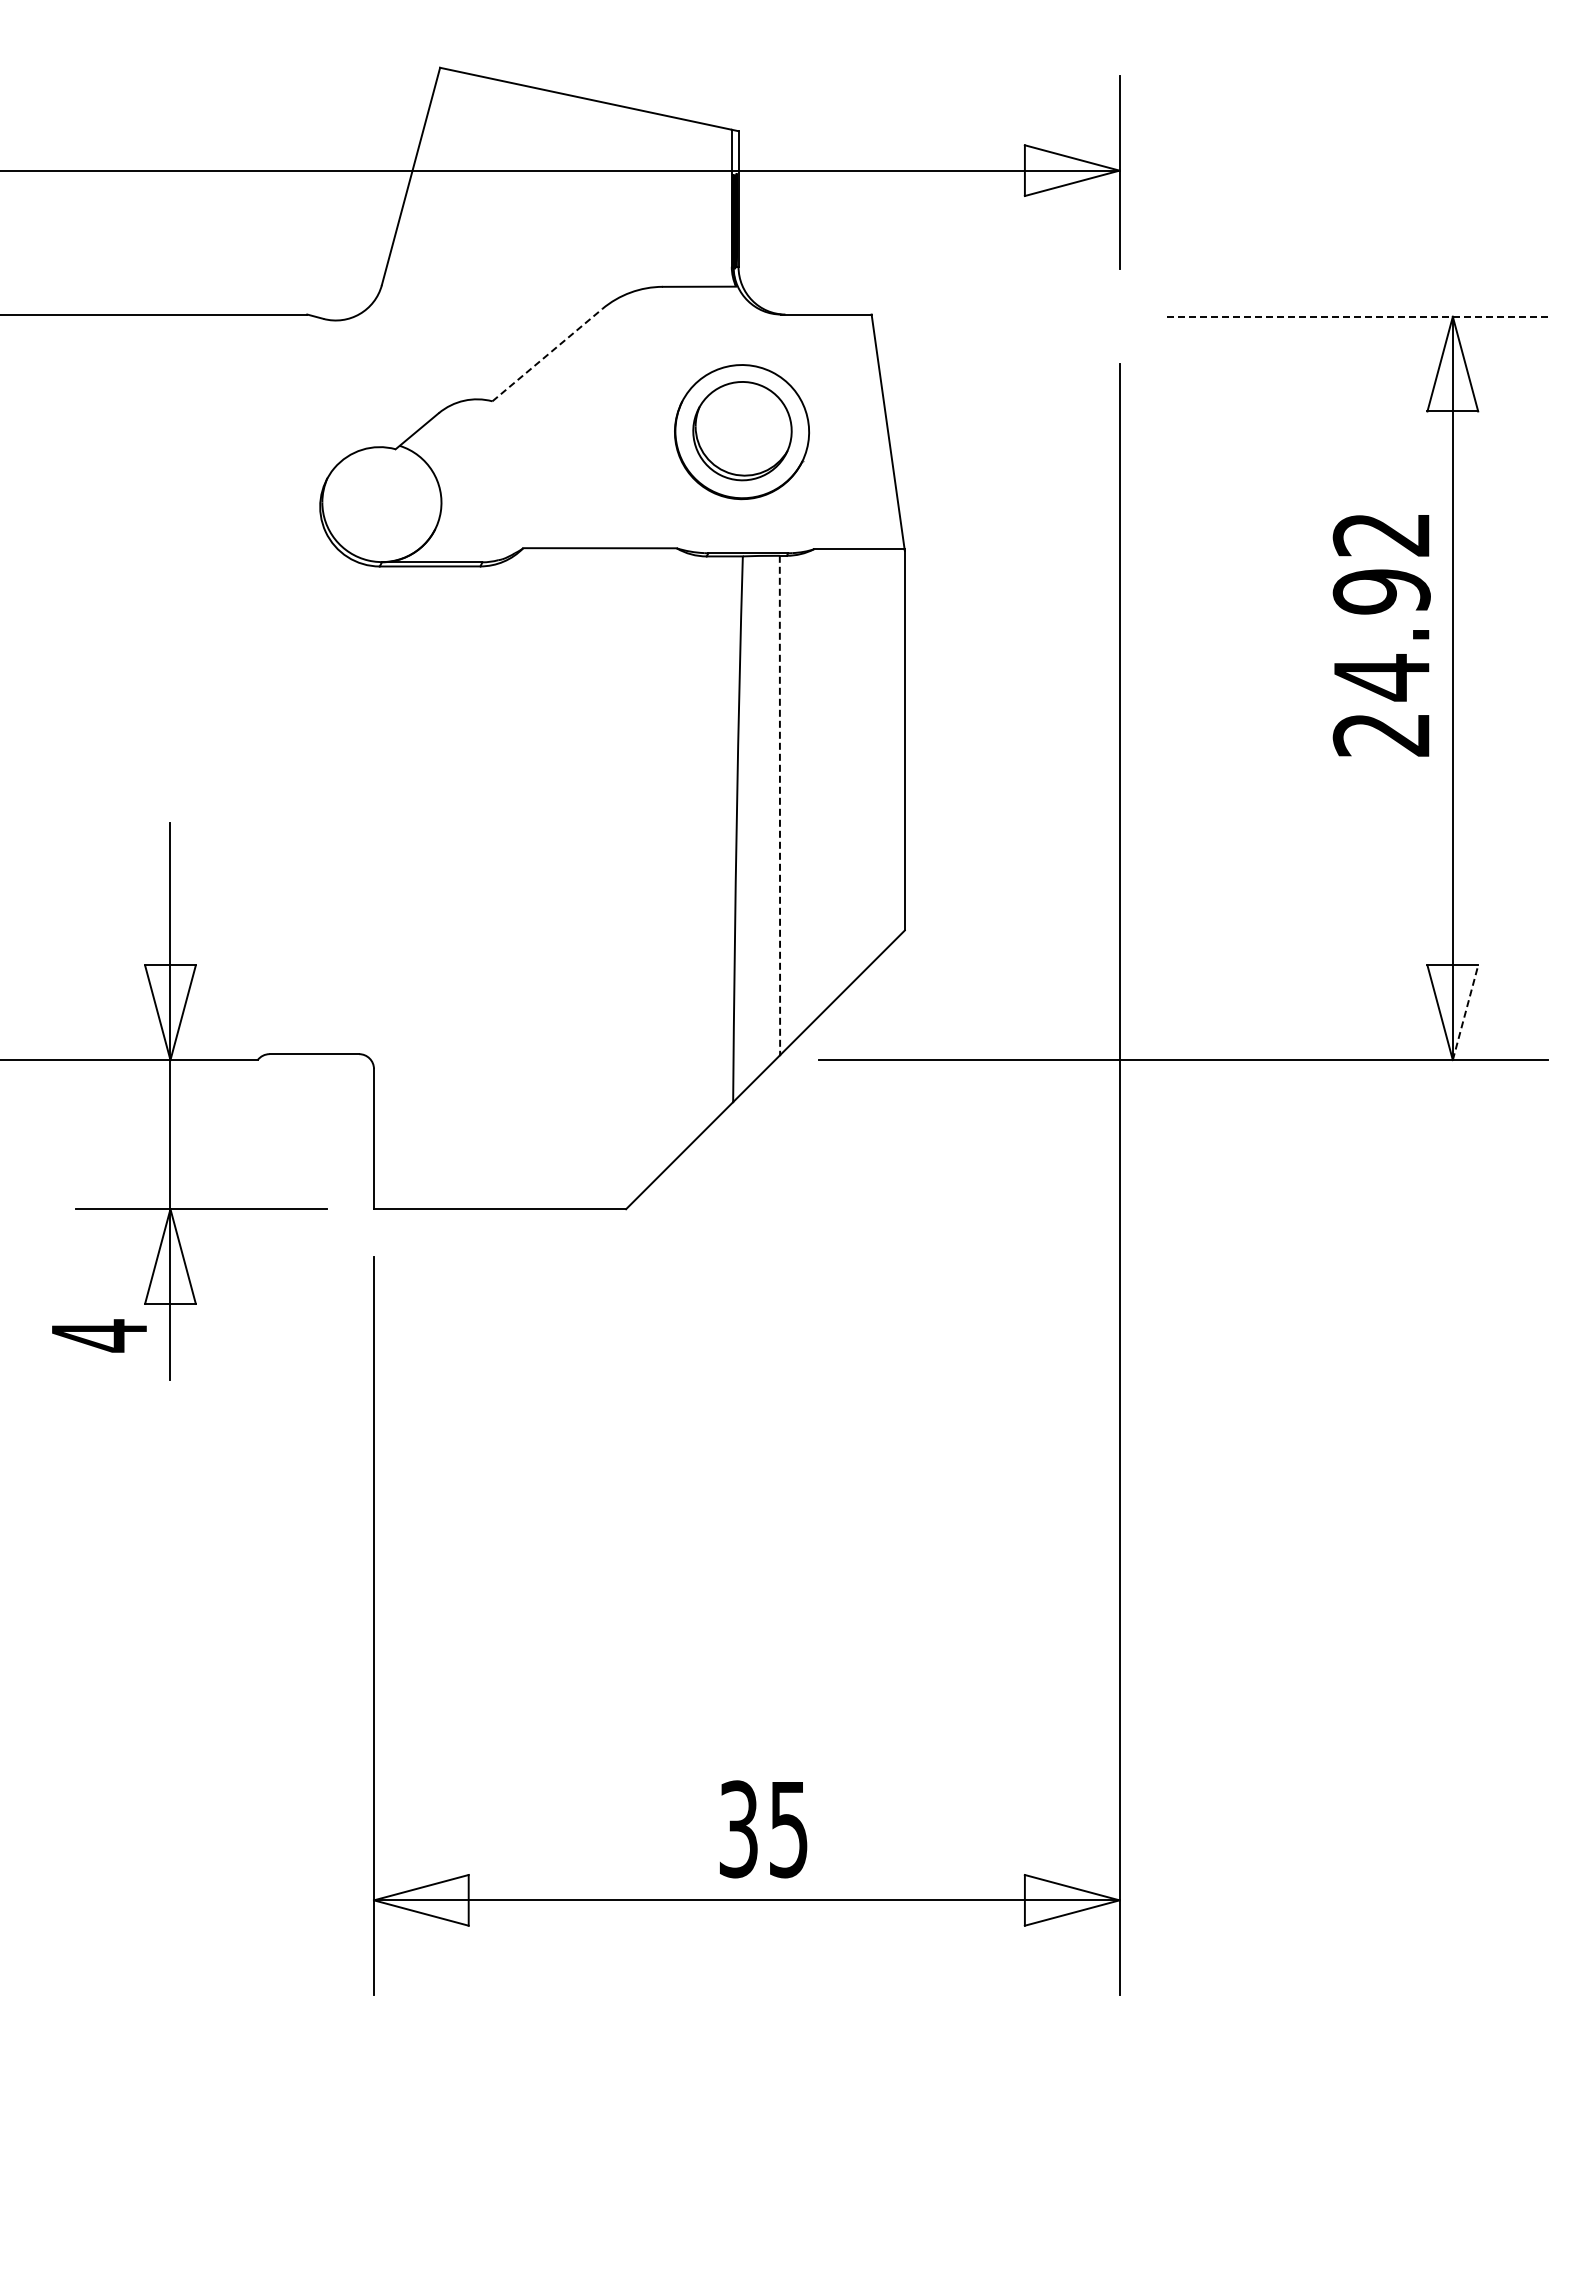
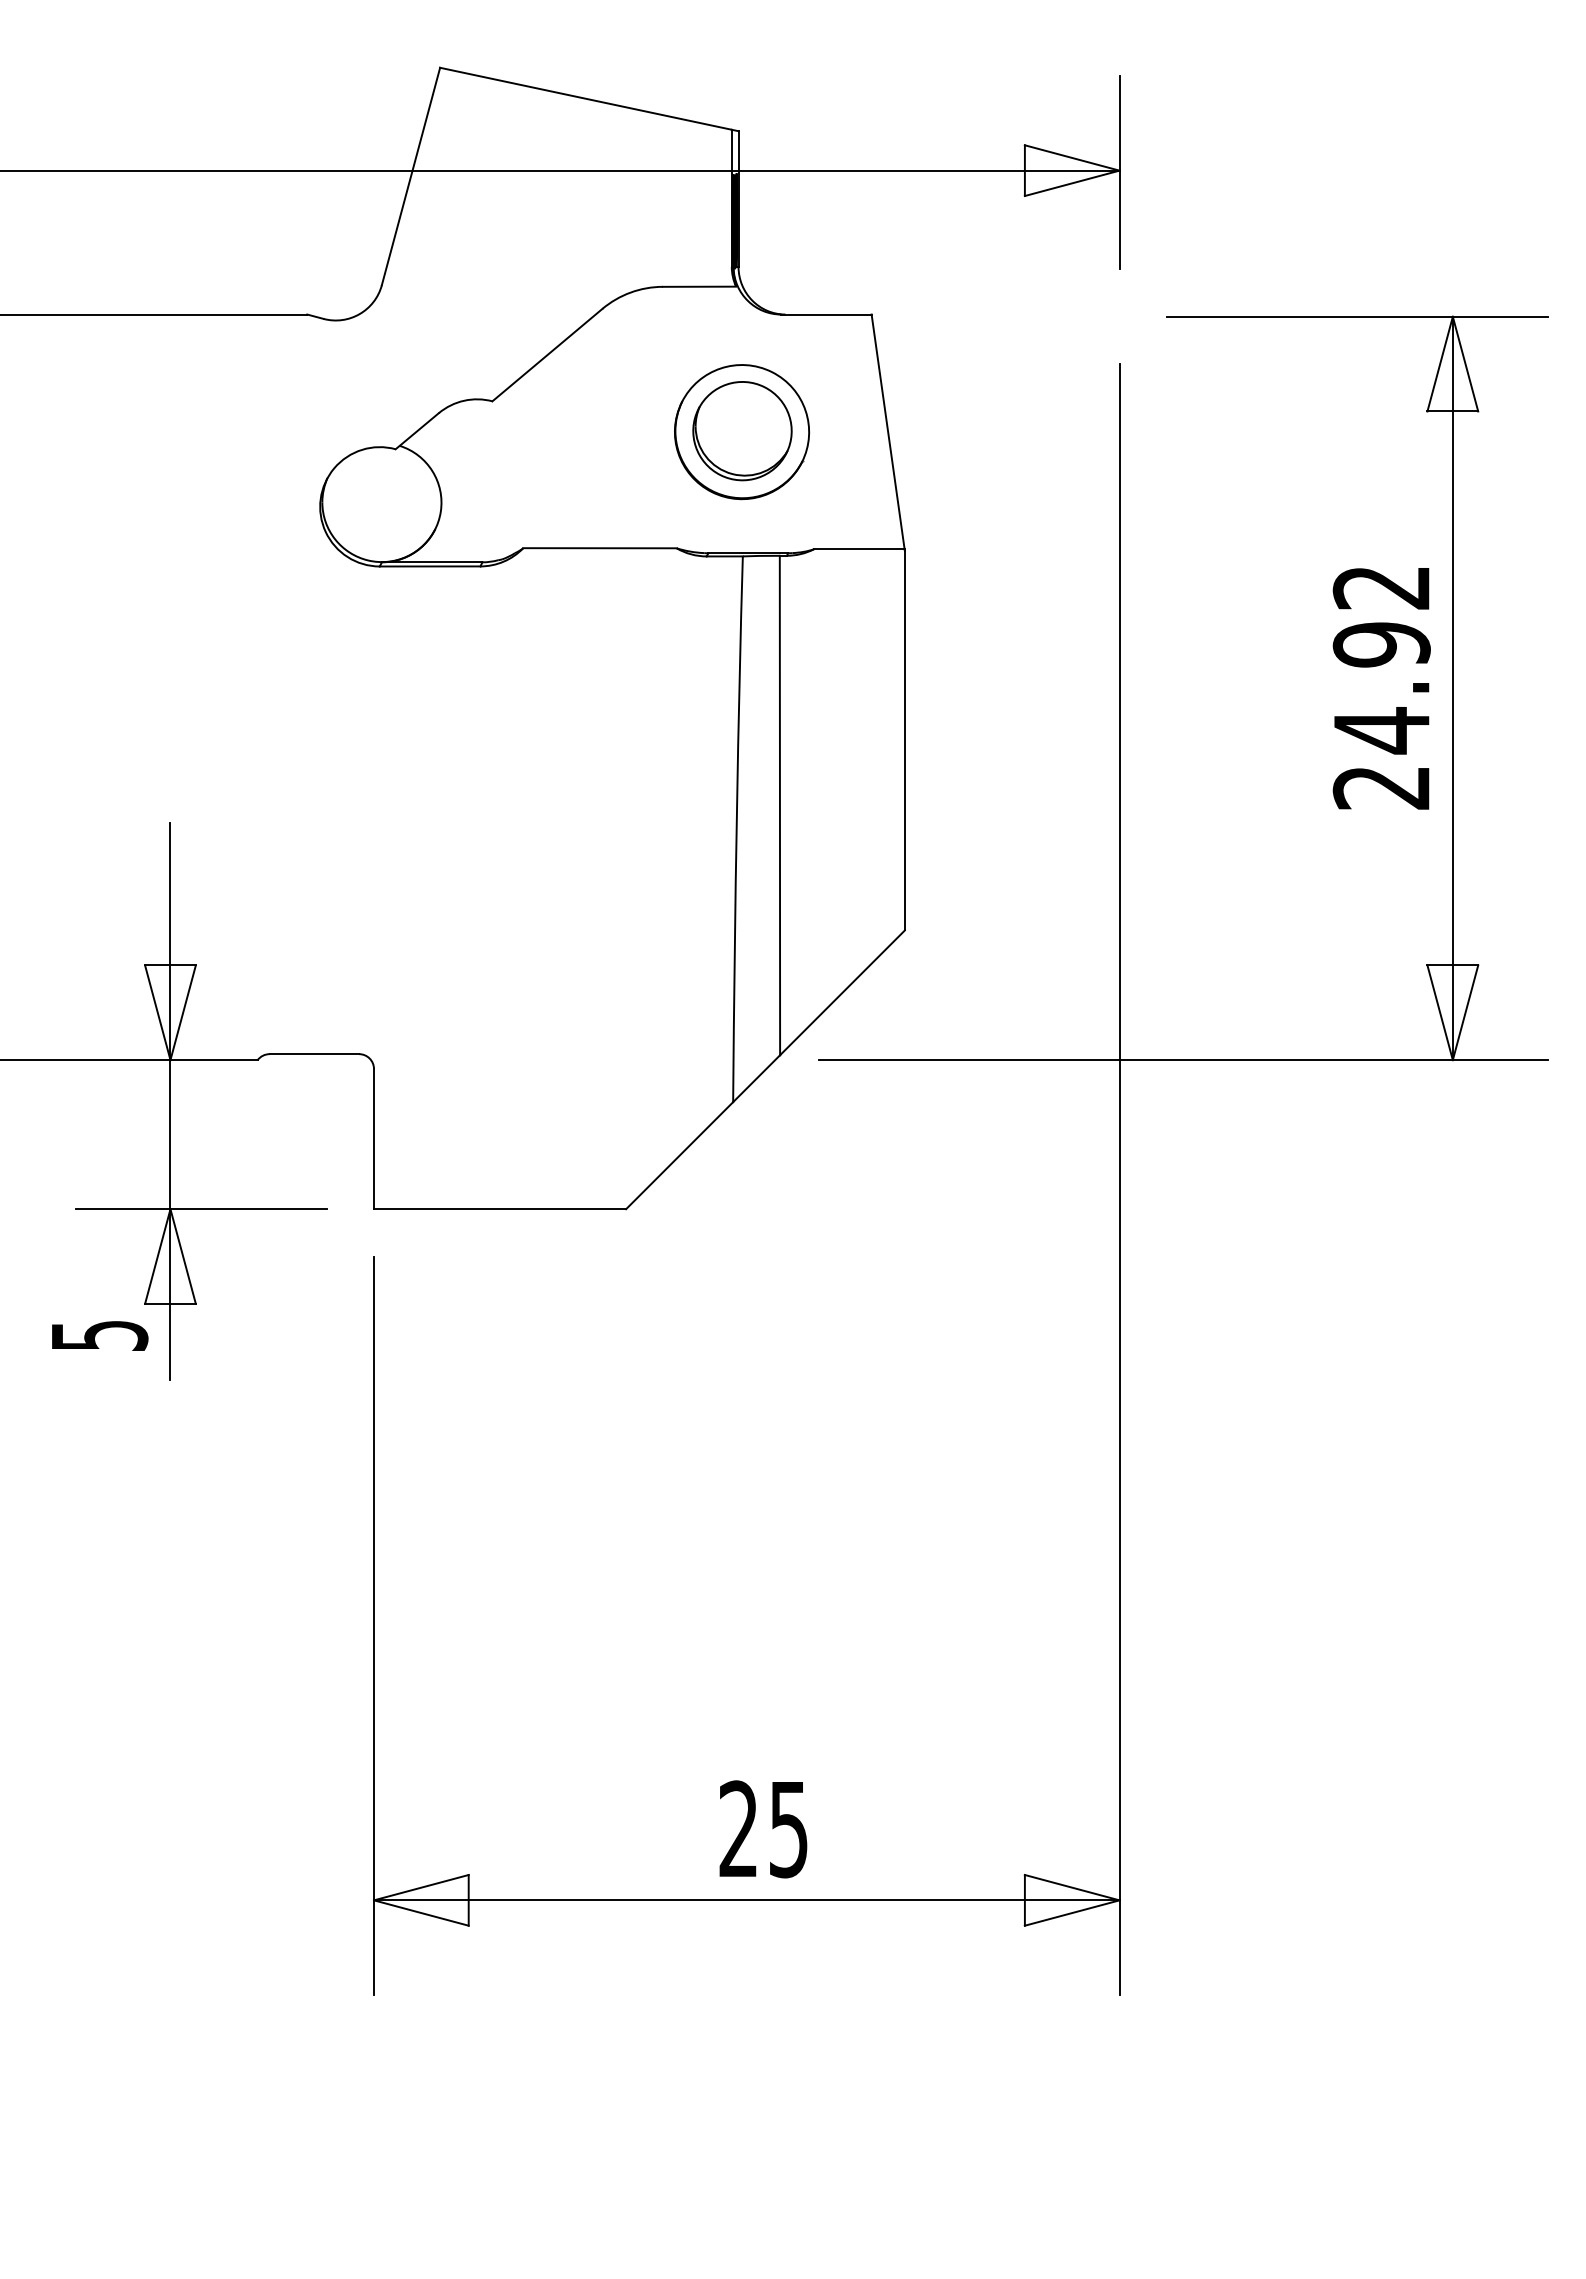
line at (1357, 316): dashed -> solid
line at (547, 355): dashed -> solid
text at (1381, 635) position: (1381, 635) -> (1381, 688)
line at (779, 805): dashed -> solid
line at (1465, 1012): dashed -> solid
text at (100, 1335): 4 -> 5
text at (738, 1829): 35 -> 25
